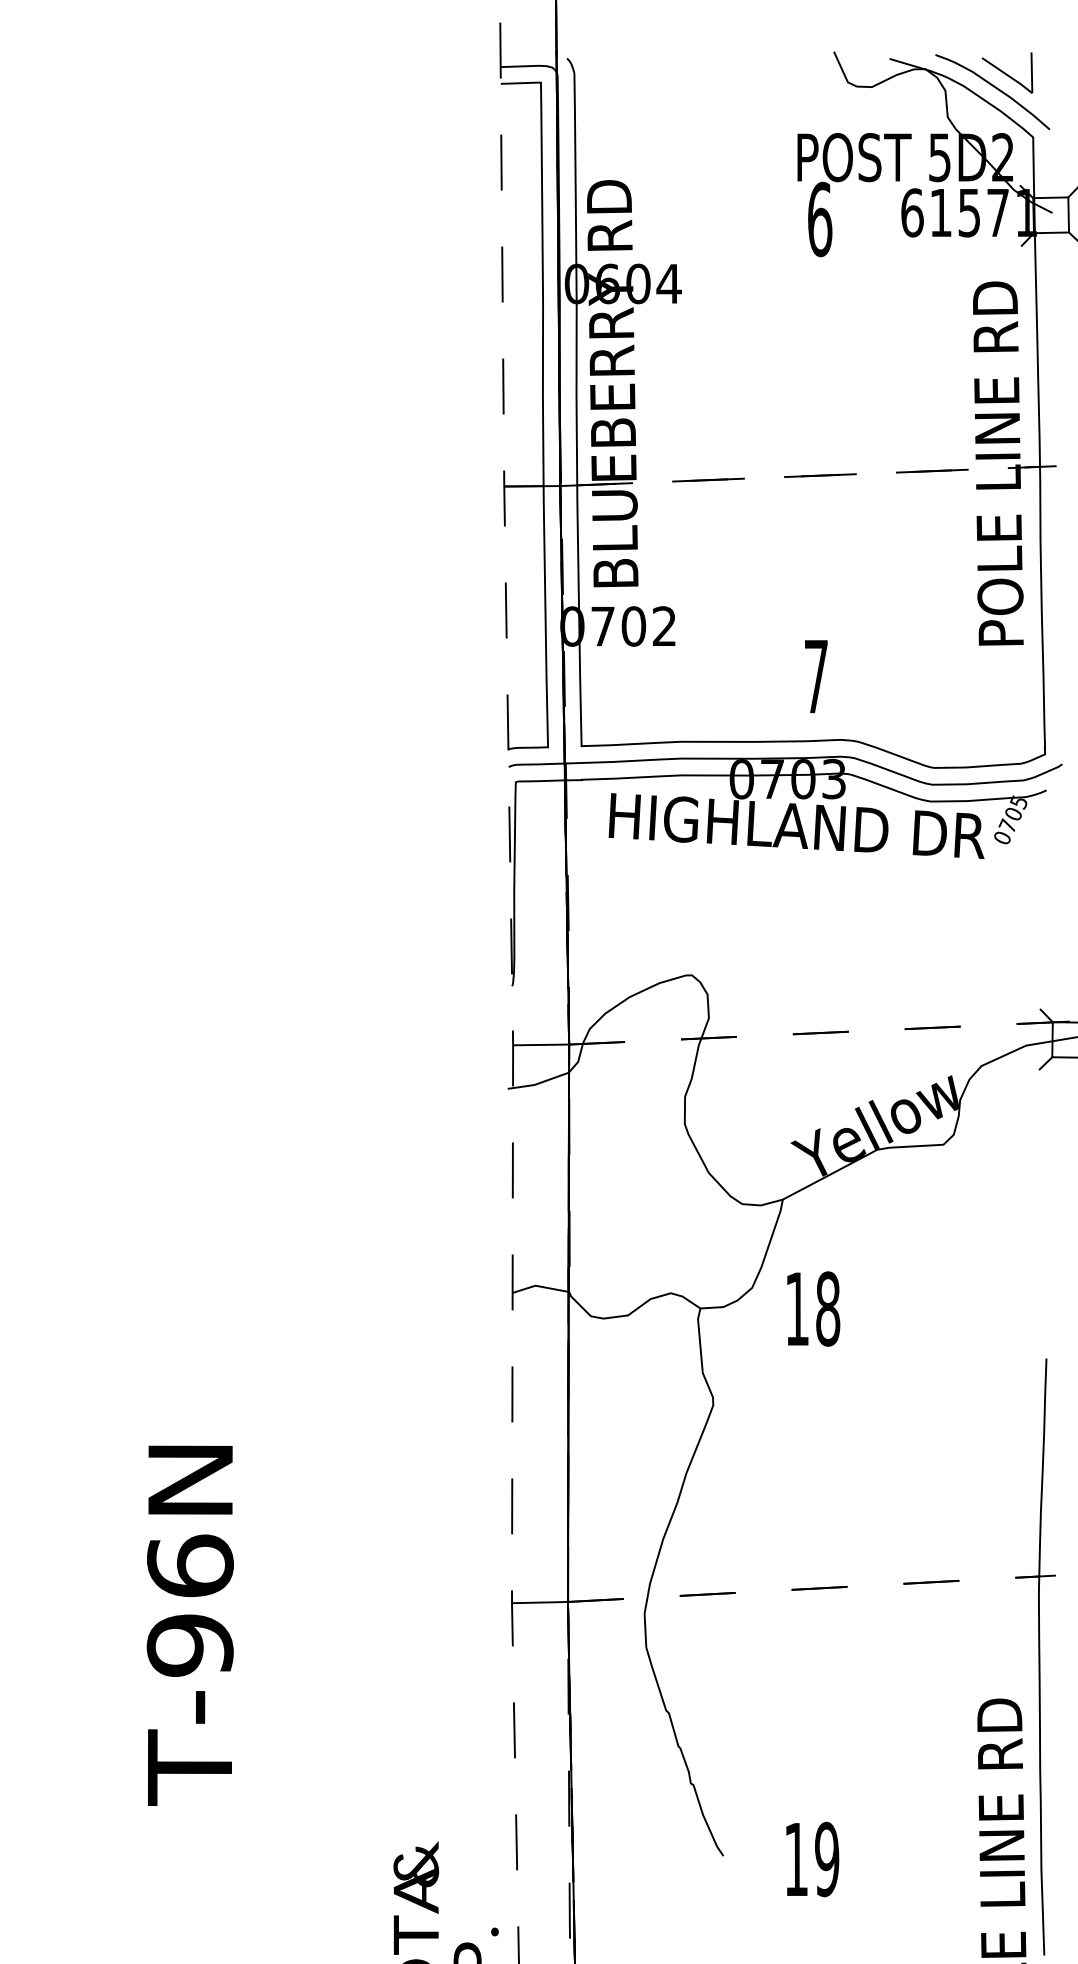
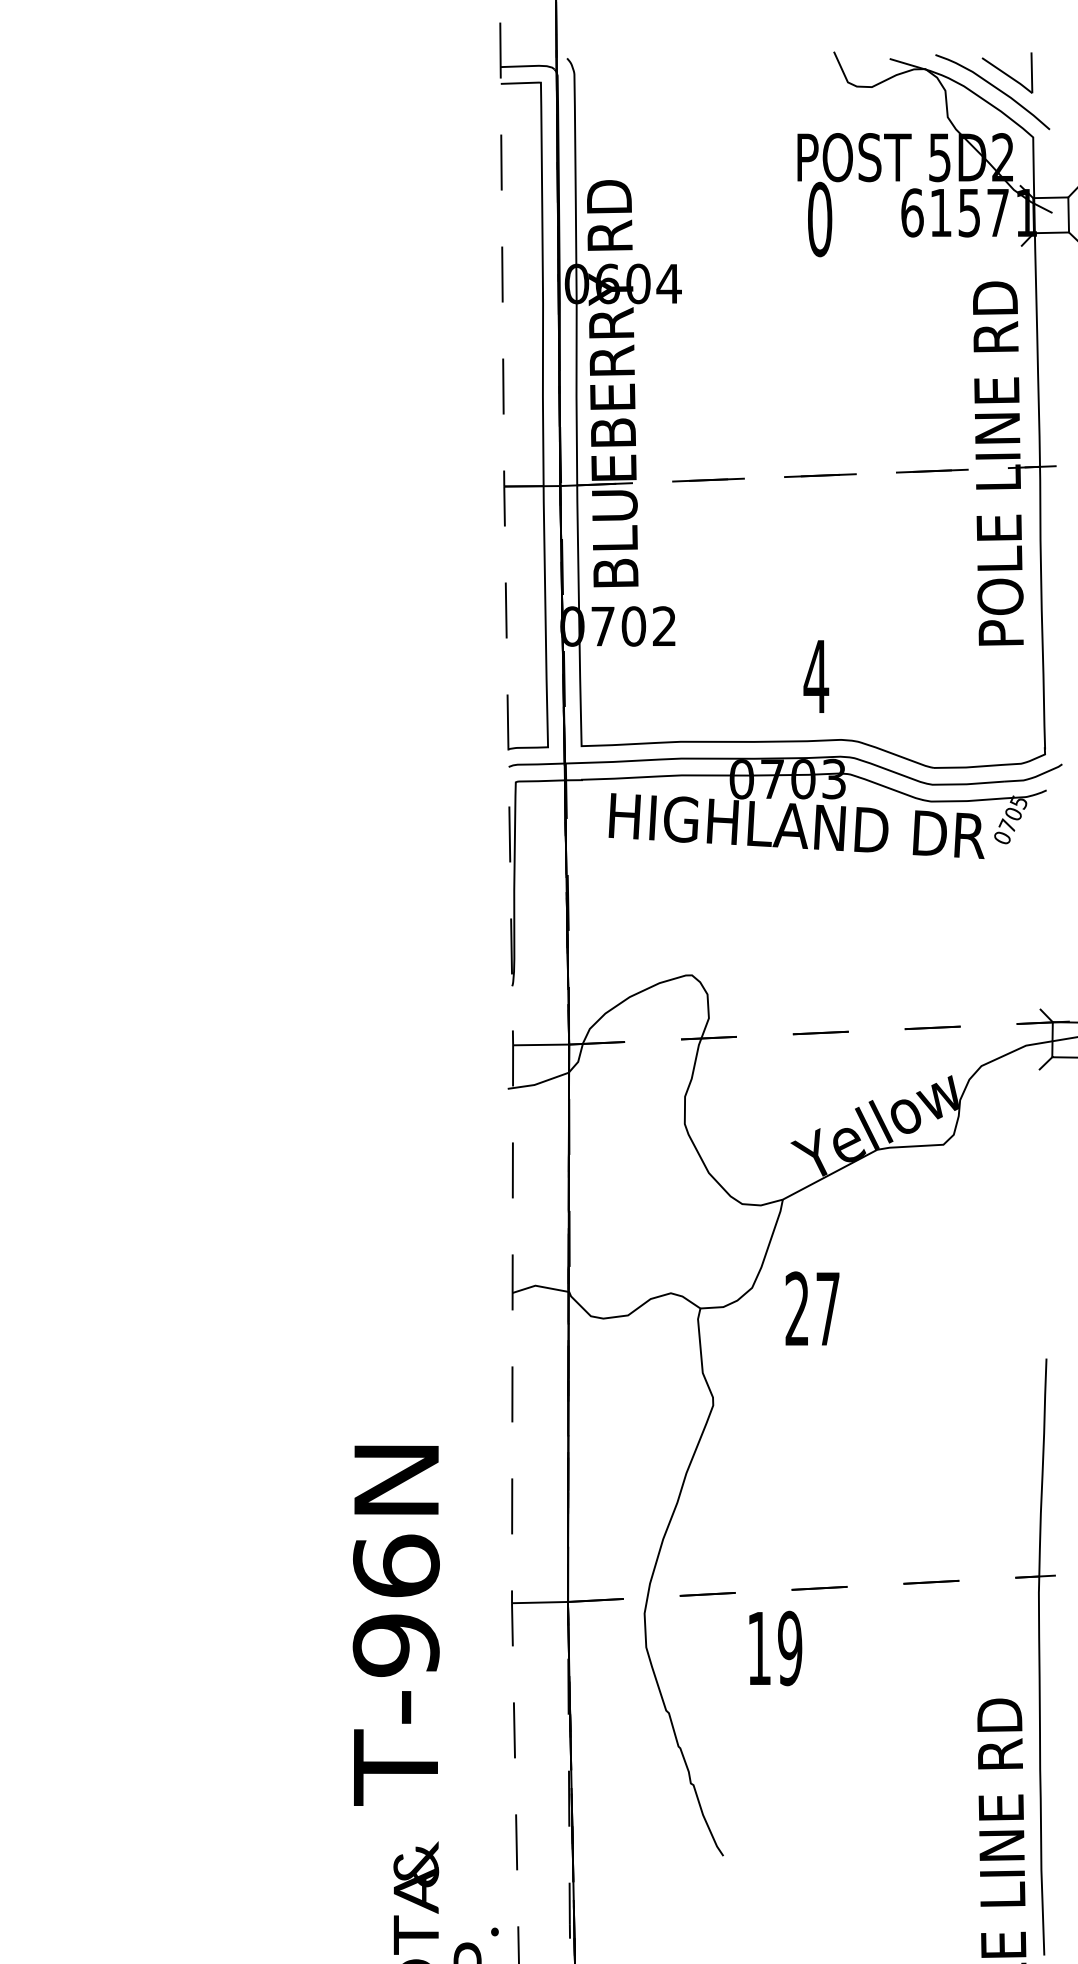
text at (820, 219): 6 -> 0
text at (816, 676): 7 -> 4
text at (812, 1308): 18 -> 27
text at (189, 1625) position: (189, 1625) -> (395, 1625)
text at (812, 1859) position: (812, 1859) -> (775, 1648)
